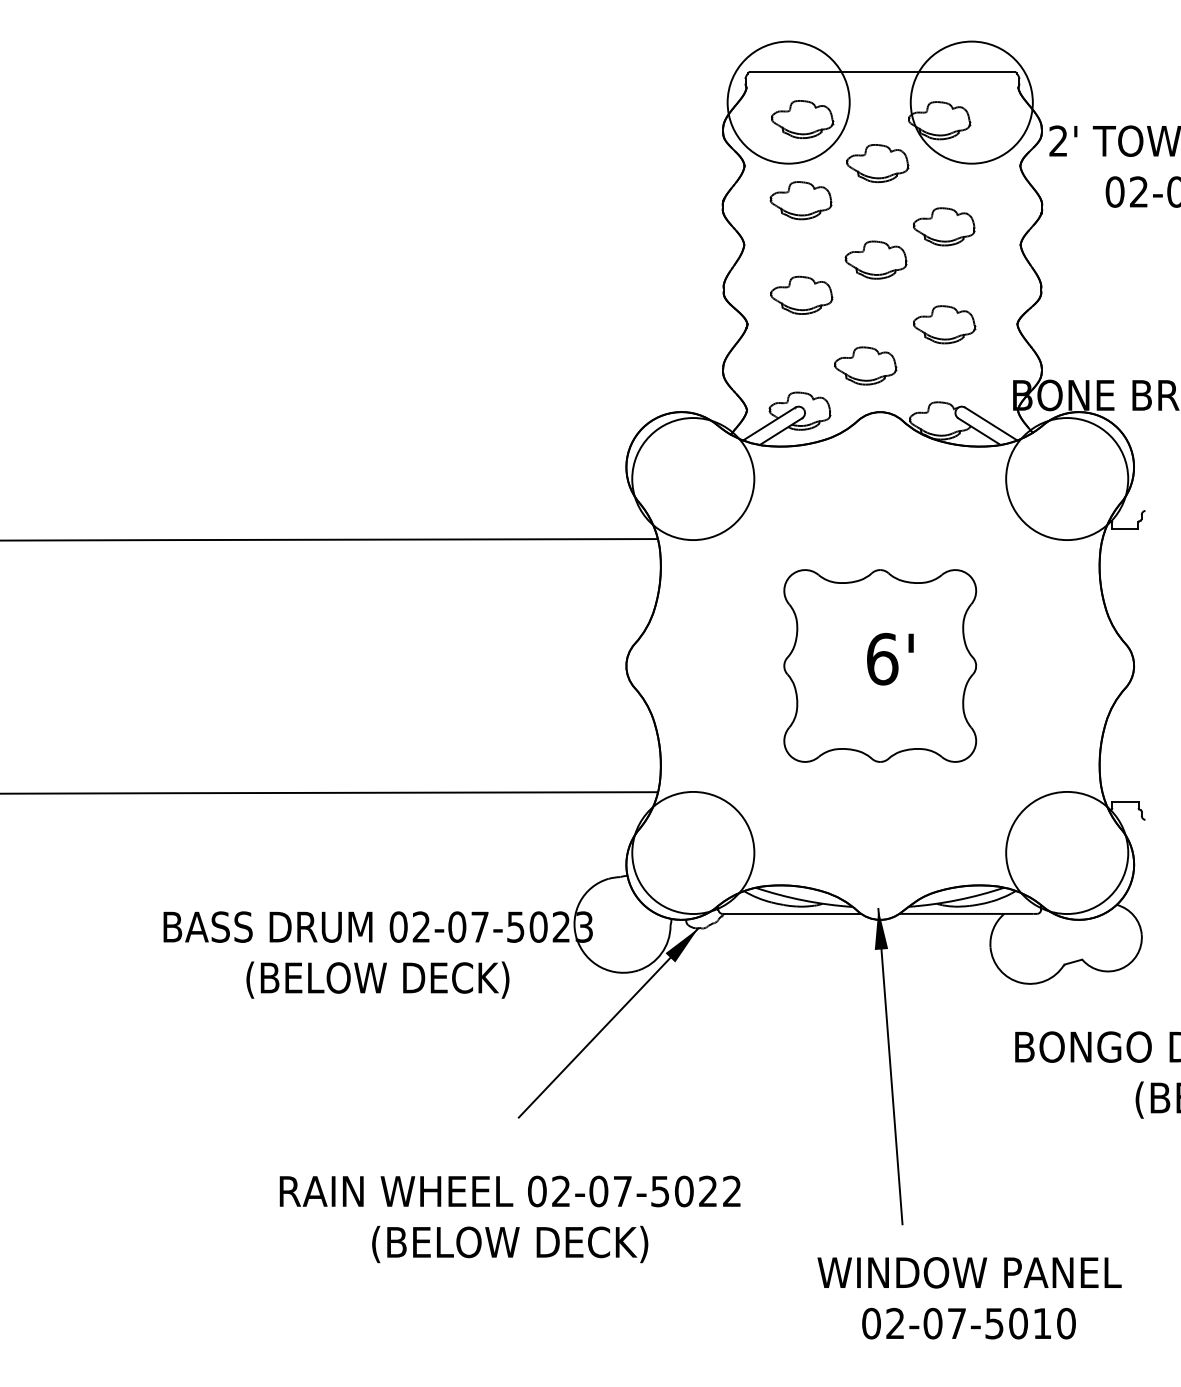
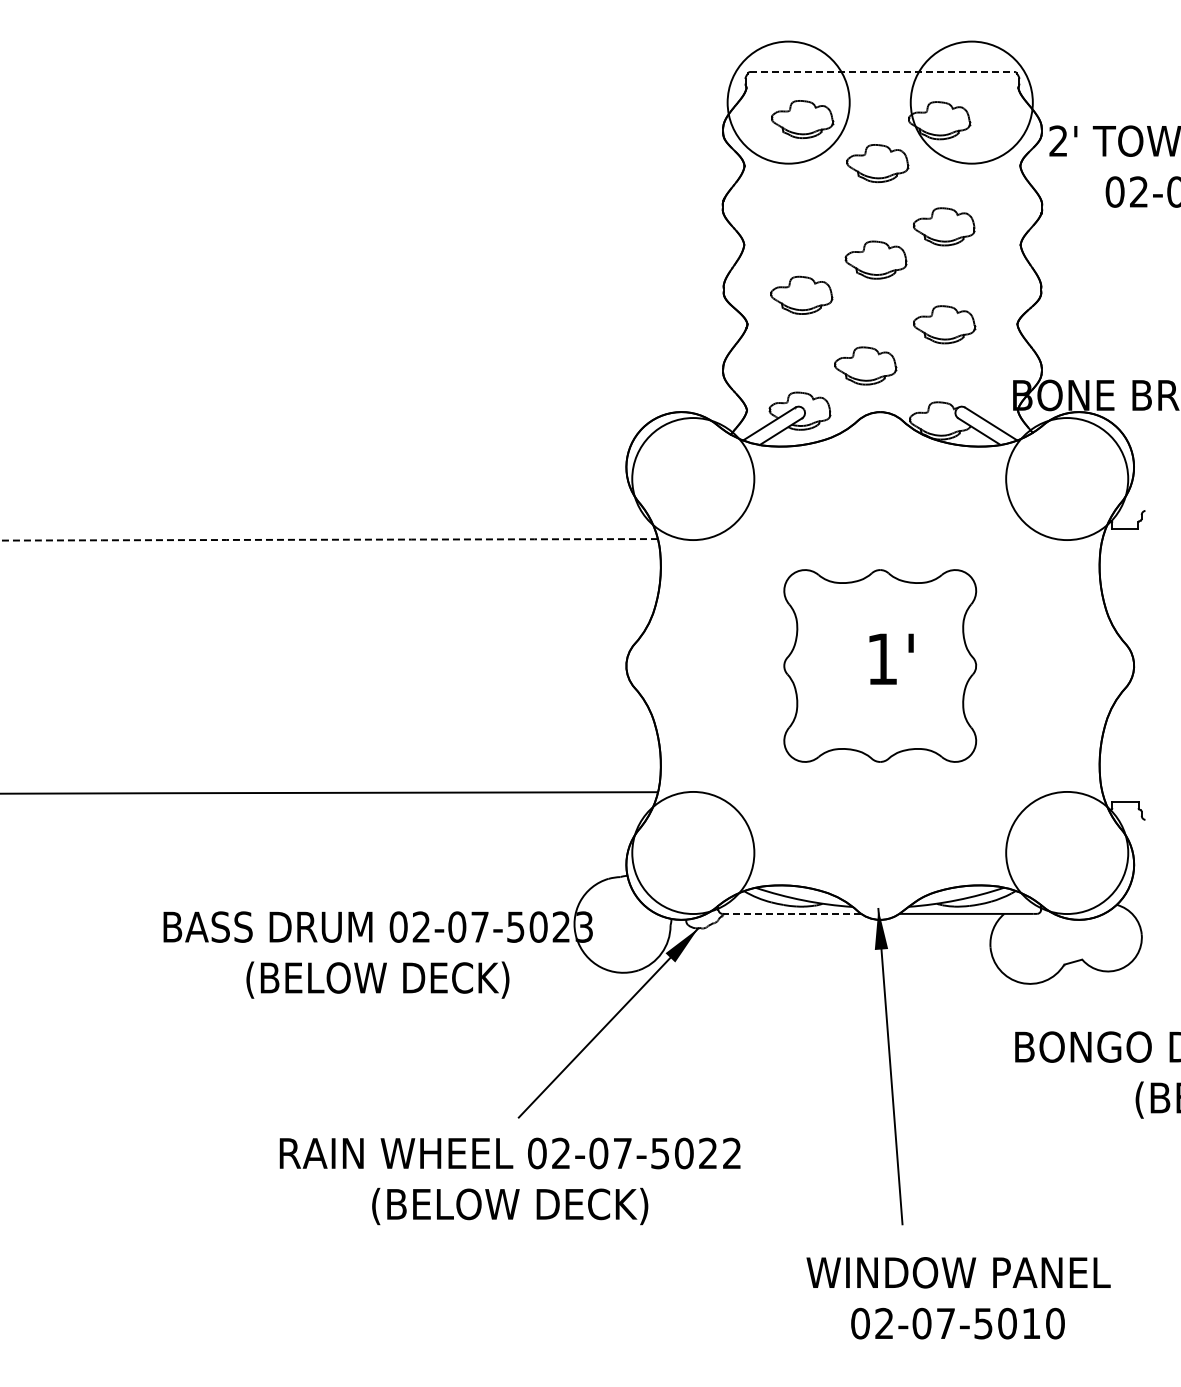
line at (882, 72): solid -> dashed
part at (800, 200): present -> none
arc at (329, 539): solid -> dashed
text at (882, 658): 6' -> 1'
line at (792, 914): solid -> dashed
text at (509, 1219) position: (509, 1219) -> (509, 1181)
text at (969, 1298) position: (969, 1298) -> (958, 1298)
